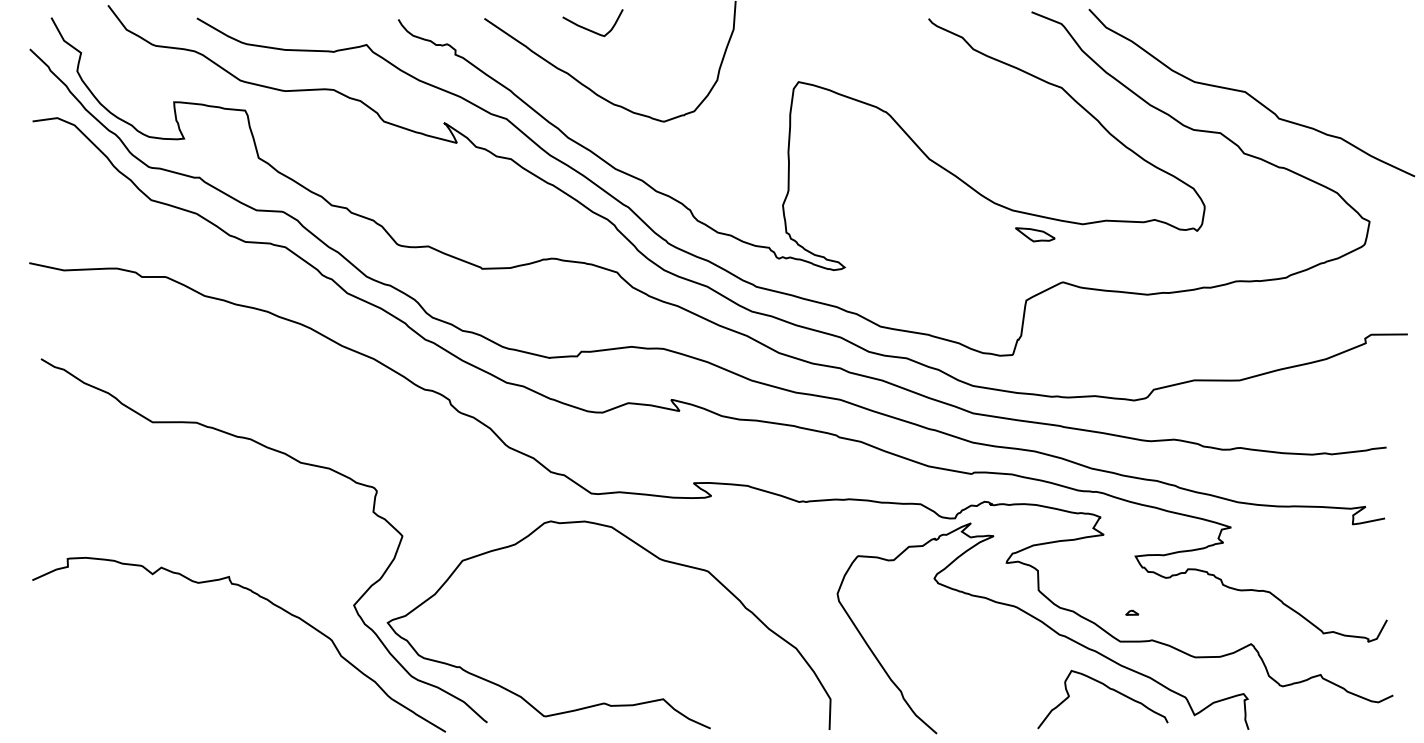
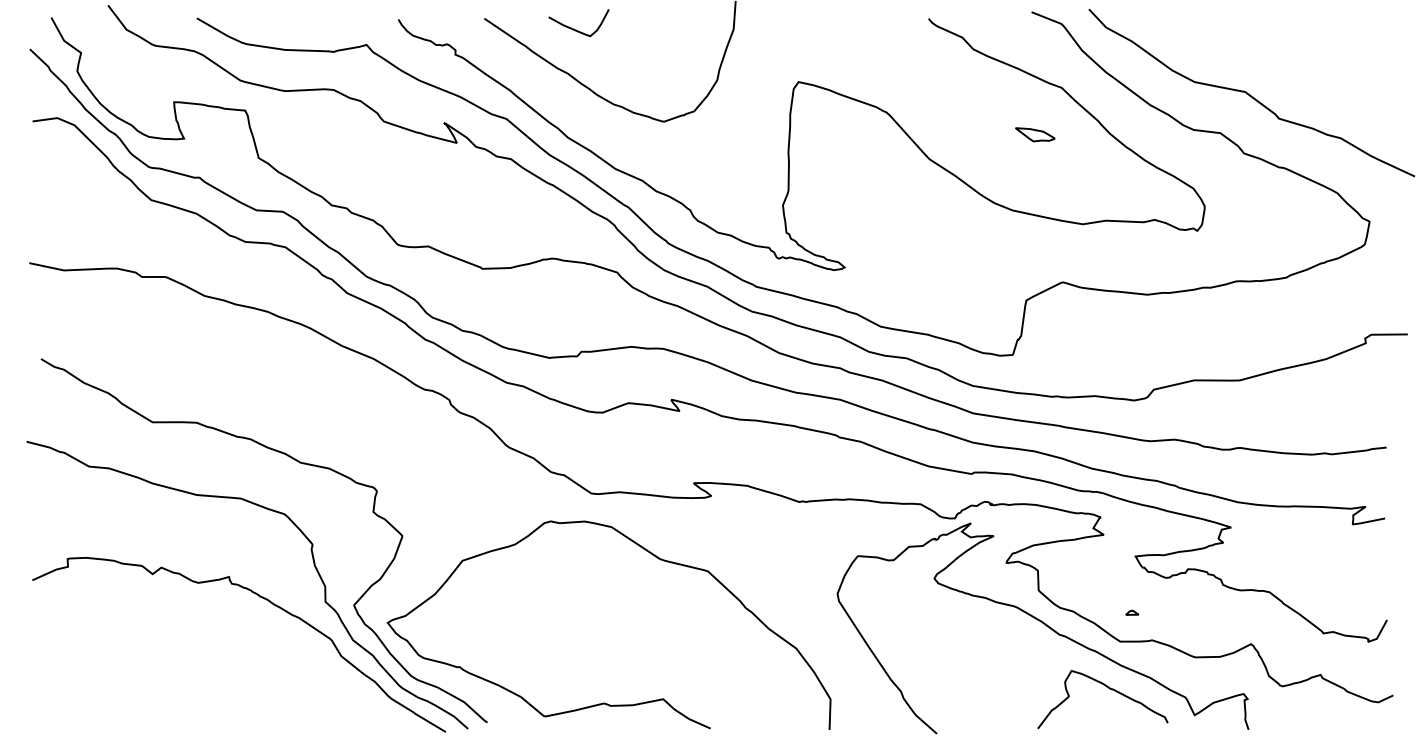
curve at (590, 29) position: (590, 29) -> (576, 29)
part at (1035, 234) position: (1035, 234) -> (1035, 134)
curve at (313, 564): none -> present
